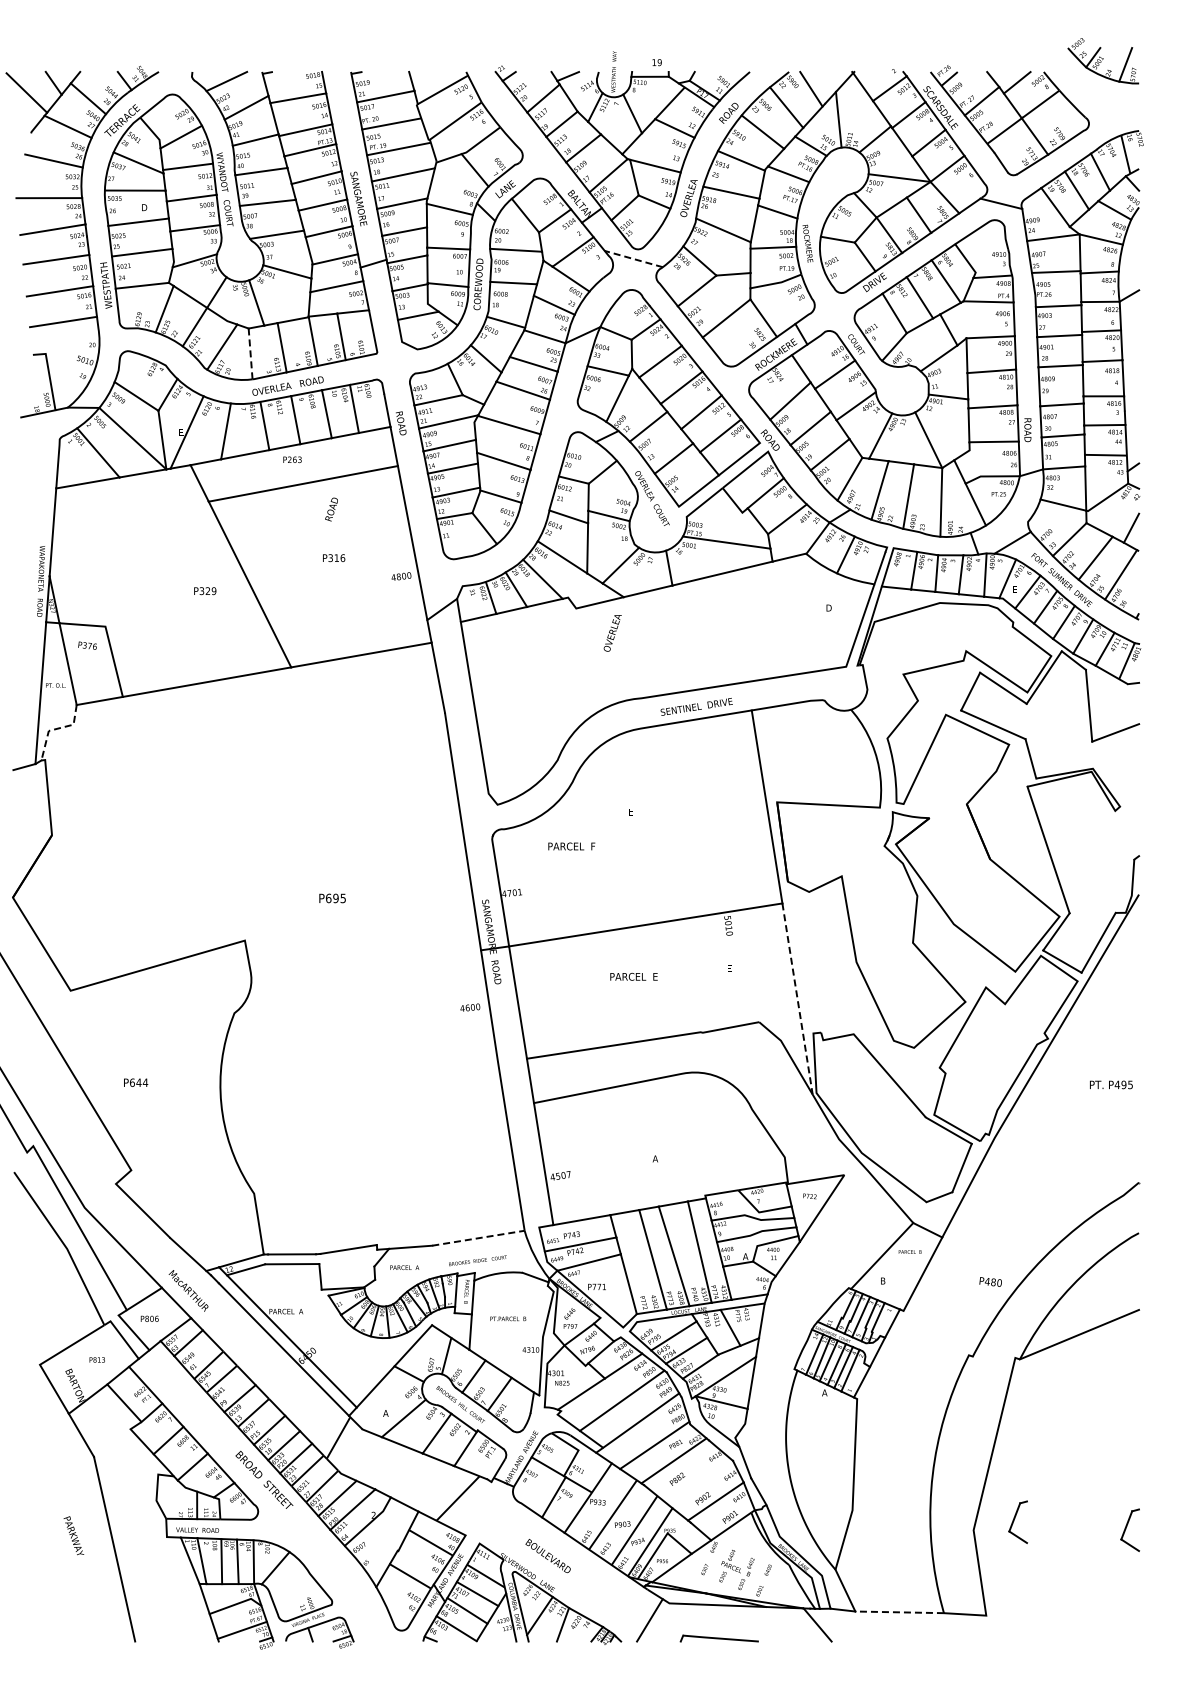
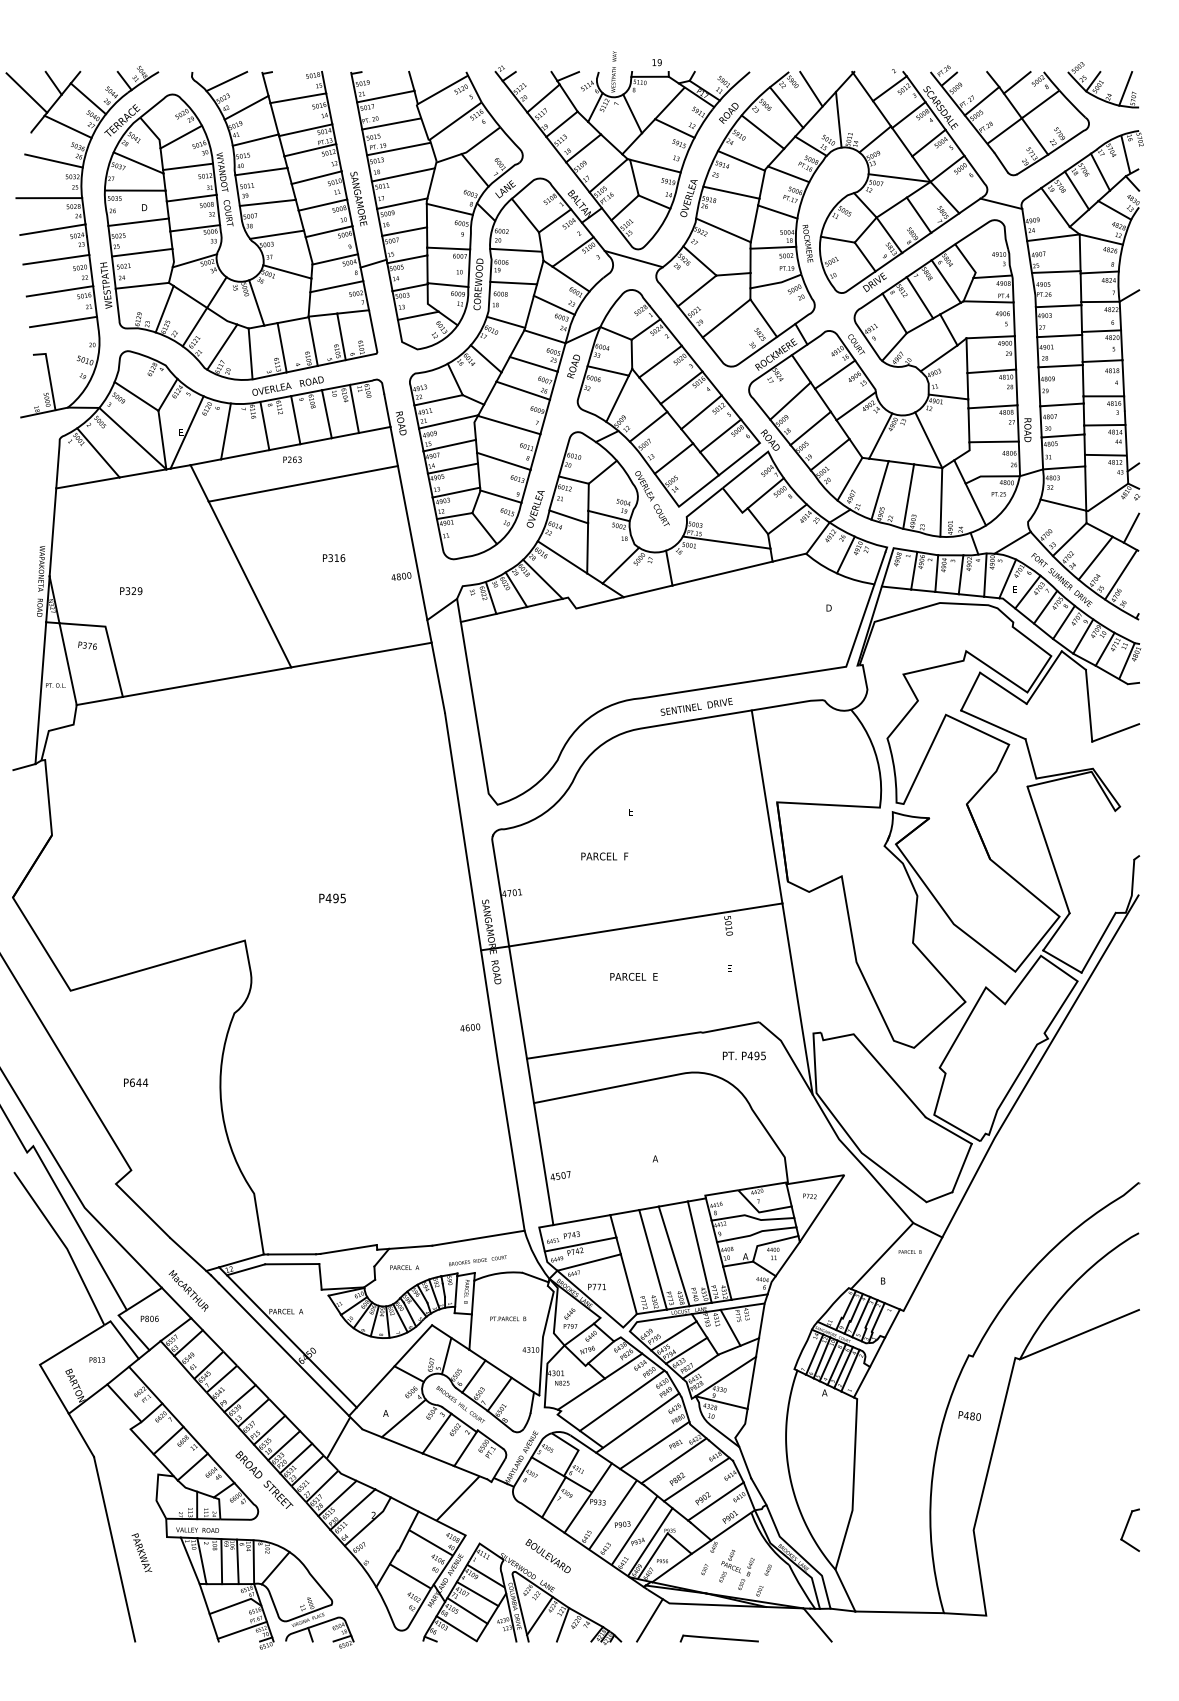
part at (1103, 61) position: (1103, 61) -> (1103, 85)
line at (633, 258): dashed -> solid
line at (250, 353): dashed -> solid
text at (331, 509) position: (331, 509) -> (573, 366)
text at (205, 591) position: (205, 591) -> (131, 591)
text at (612, 633) position: (612, 633) -> (535, 509)
line at (55, 729): dashed -> solid
text at (571, 846) position: (571, 846) -> (604, 856)
text at (328, 898): P695 -> P495
line at (797, 999): dashed -> solid
text at (470, 1007) position: (470, 1007) -> (470, 1027)
text at (1111, 1084) position: (1111, 1084) -> (744, 1055)
line at (478, 1238): dashed -> solid
text at (990, 1281) position: (990, 1281) -> (969, 1415)
line at (696, 1479): none -> present
part at (1017, 1521): present -> none
text at (73, 1535) position: (73, 1535) -> (141, 1552)
line at (899, 1612): dashed -> solid
